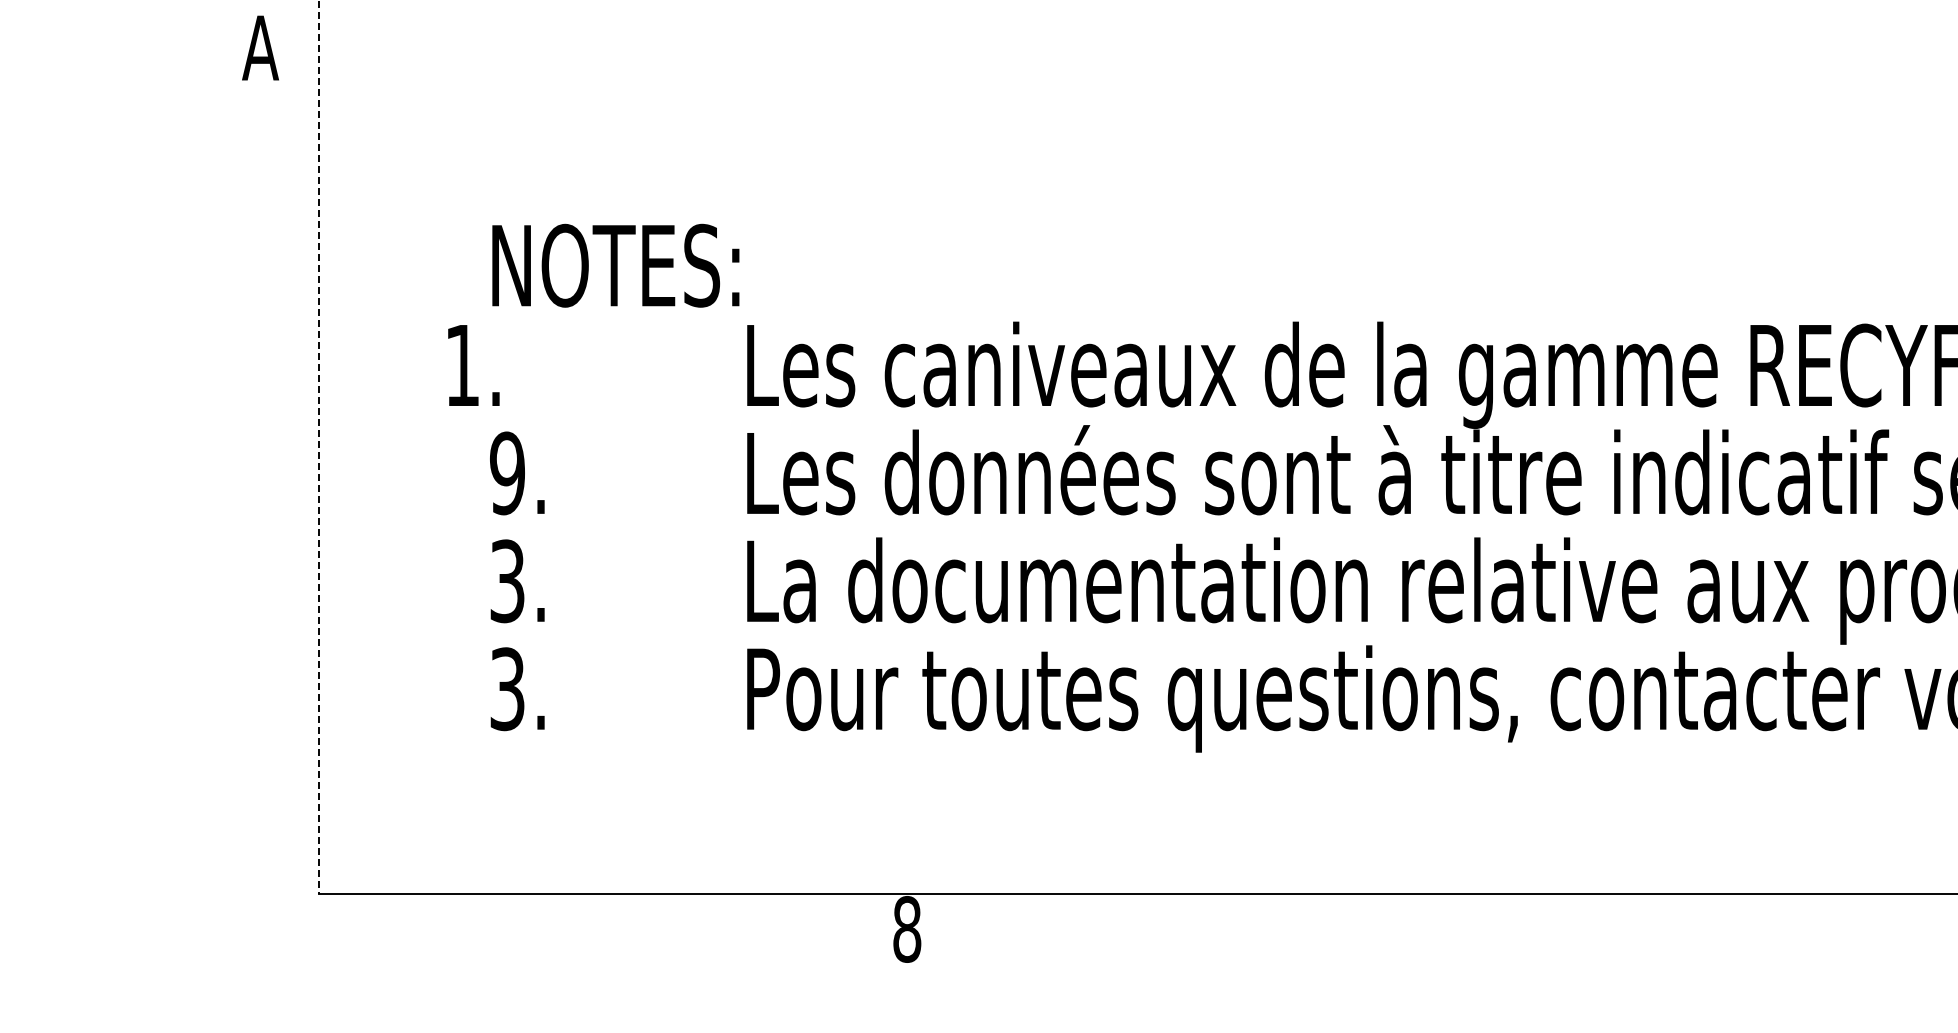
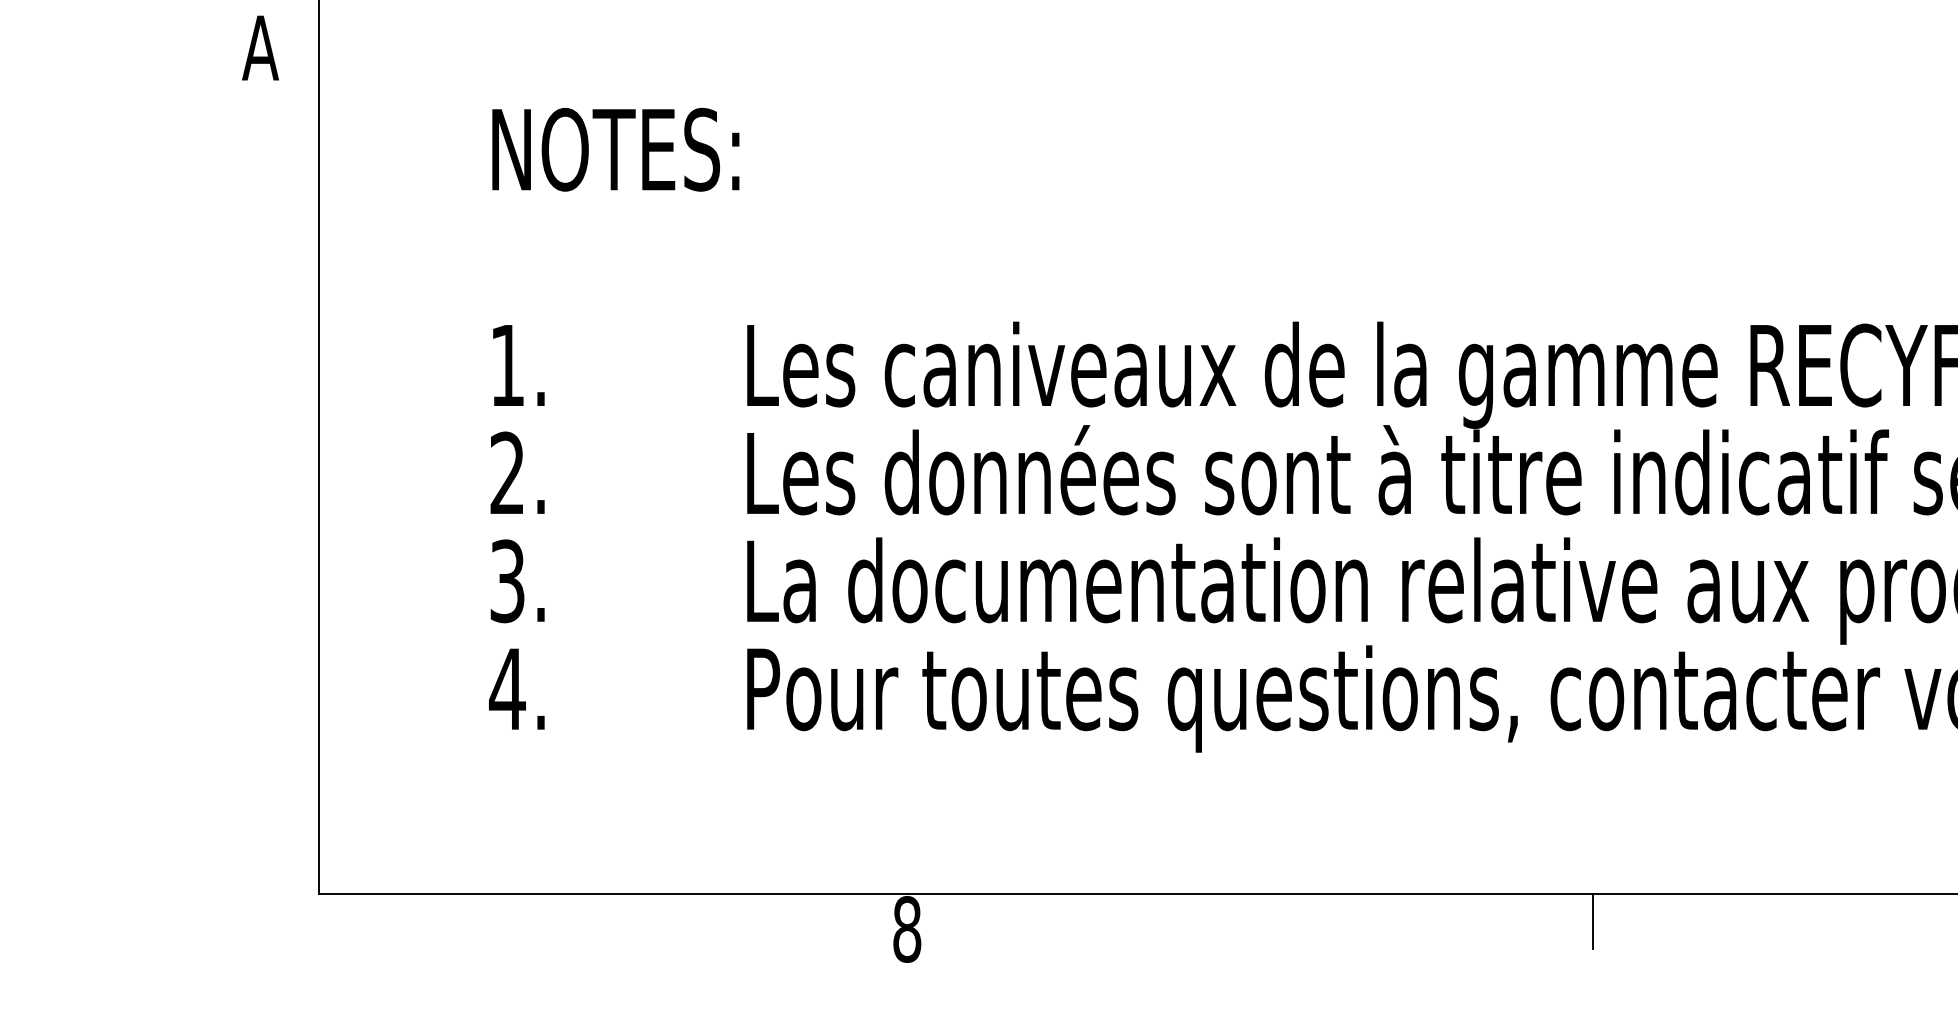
text at (615, 265) position: (615, 265) -> (615, 149)
text at (473, 365) position: (473, 365) -> (518, 365)
line at (318, 447): dashed -> solid
text at (507, 473): 9. -> 2.
text at (507, 689): 3. -> 4.
line at (1592, 921): none -> present
